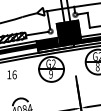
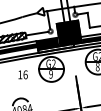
text at (11, 74) position: (11, 74) -> (22, 74)
